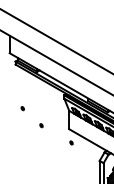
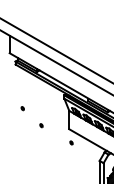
line at (56, 41) position: (56, 41) -> (56, 50)
